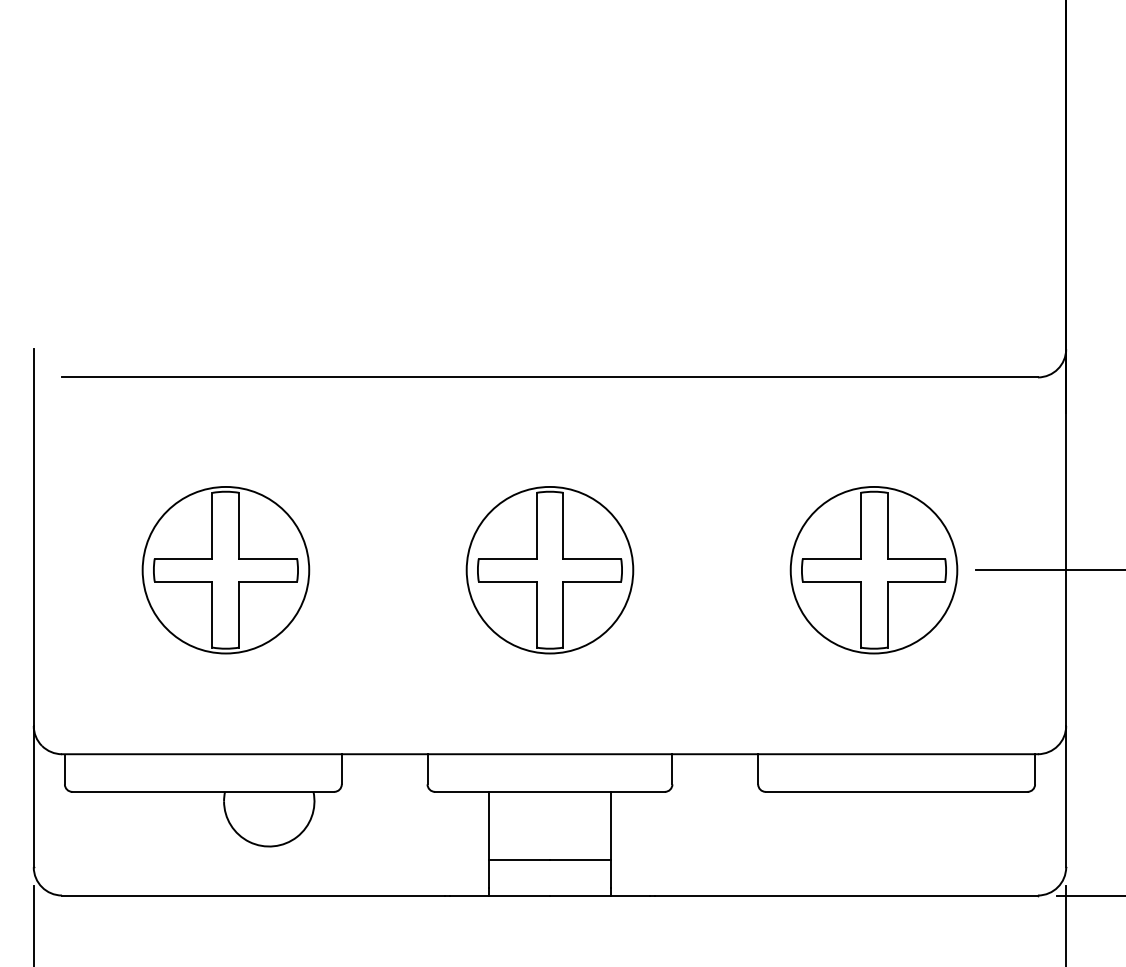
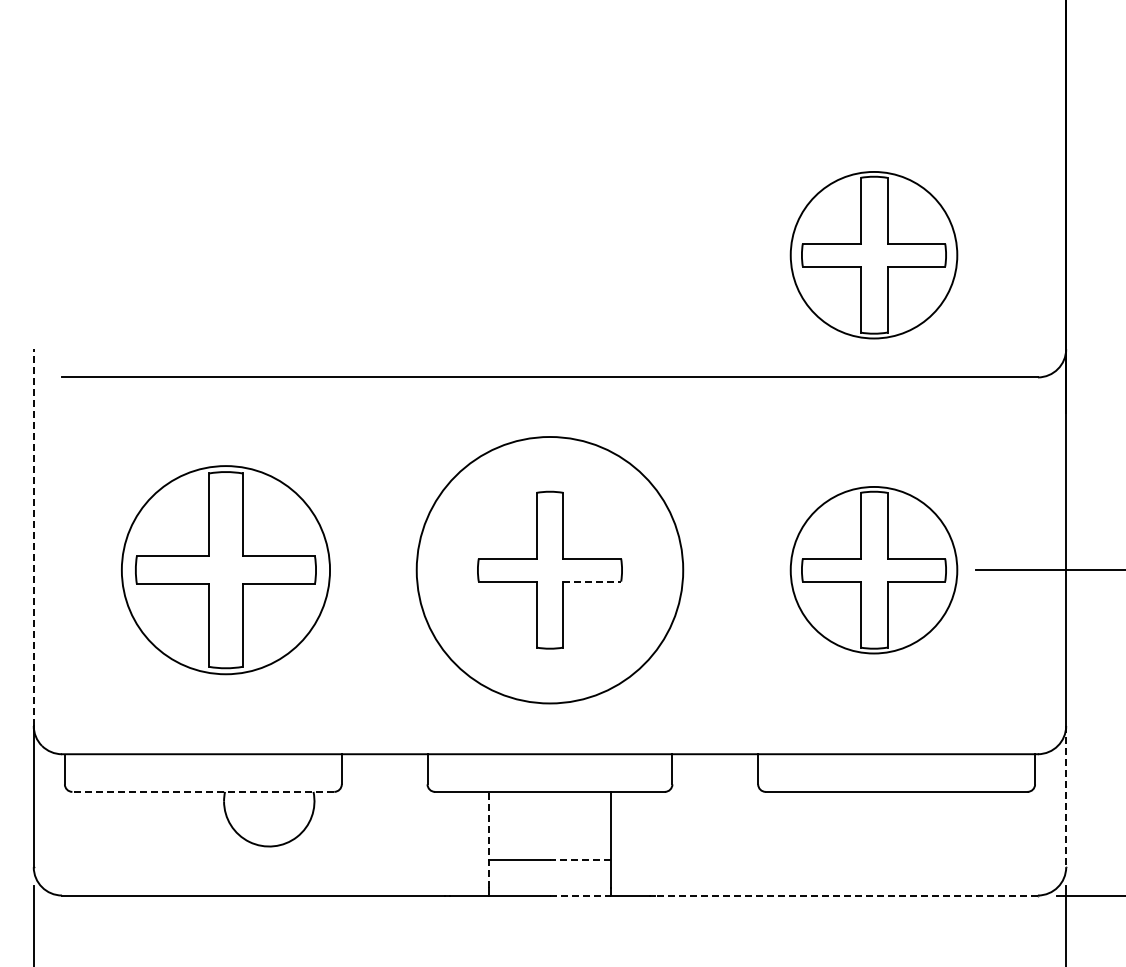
part at (873, 255): none -> present
line at (33, 537): solid -> dashed
circle at (549, 569) diameter: 167 px -> 266 px
part at (225, 570) size: 170x169 px -> 210x211 px
line at (592, 581): solid -> dashed
line at (203, 791): solid -> dashed
line at (1066, 796): solid -> dashed
line at (488, 839): solid -> dashed
line at (580, 859): solid -> dashed
line at (580, 895): solid -> dashed
line at (846, 895): solid -> dashed
